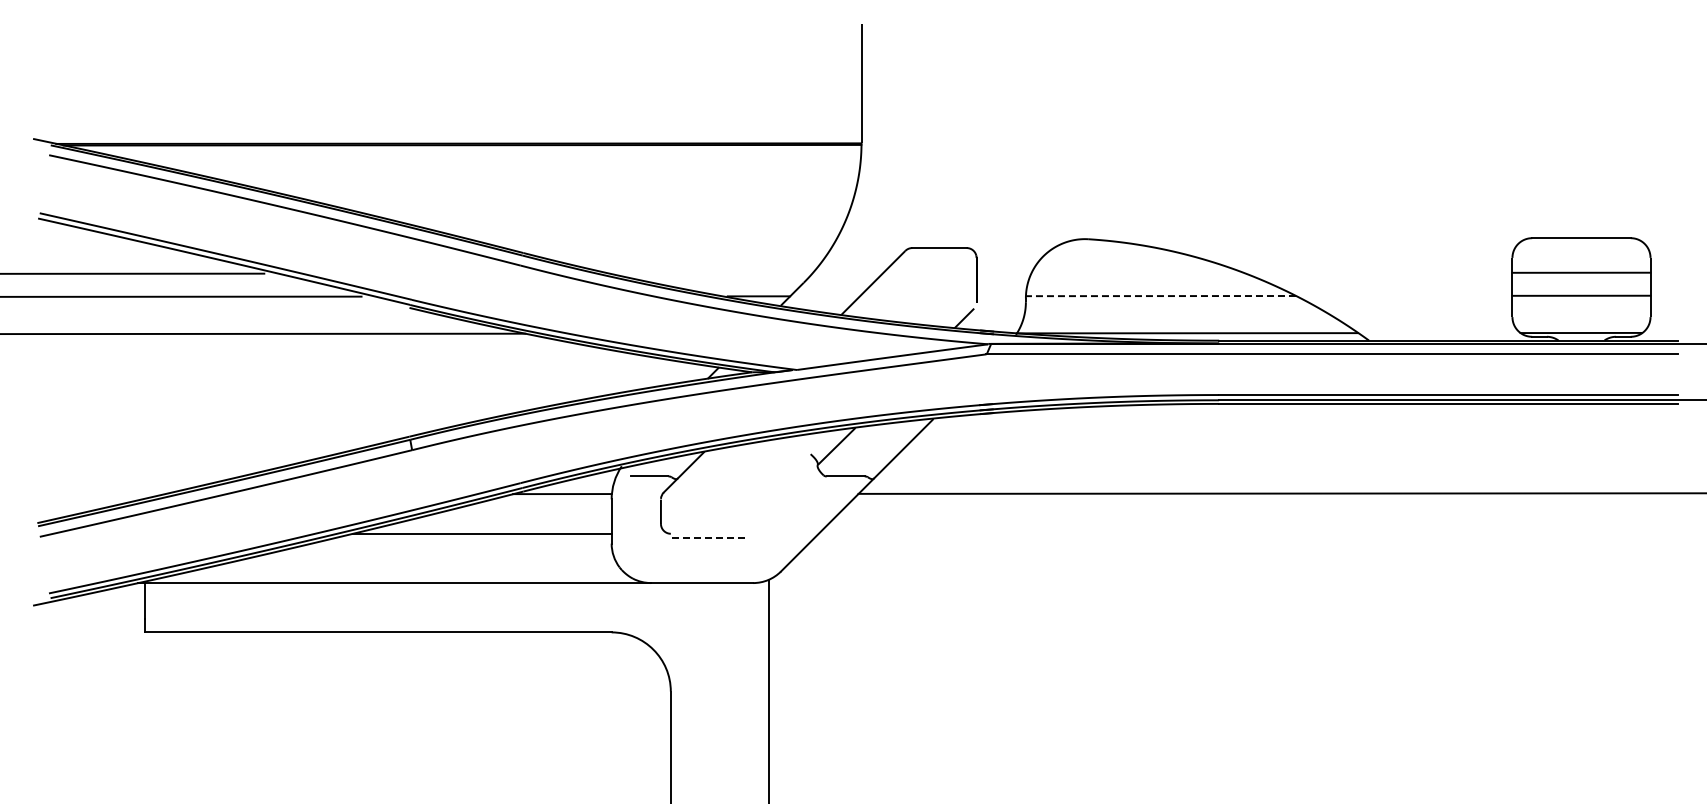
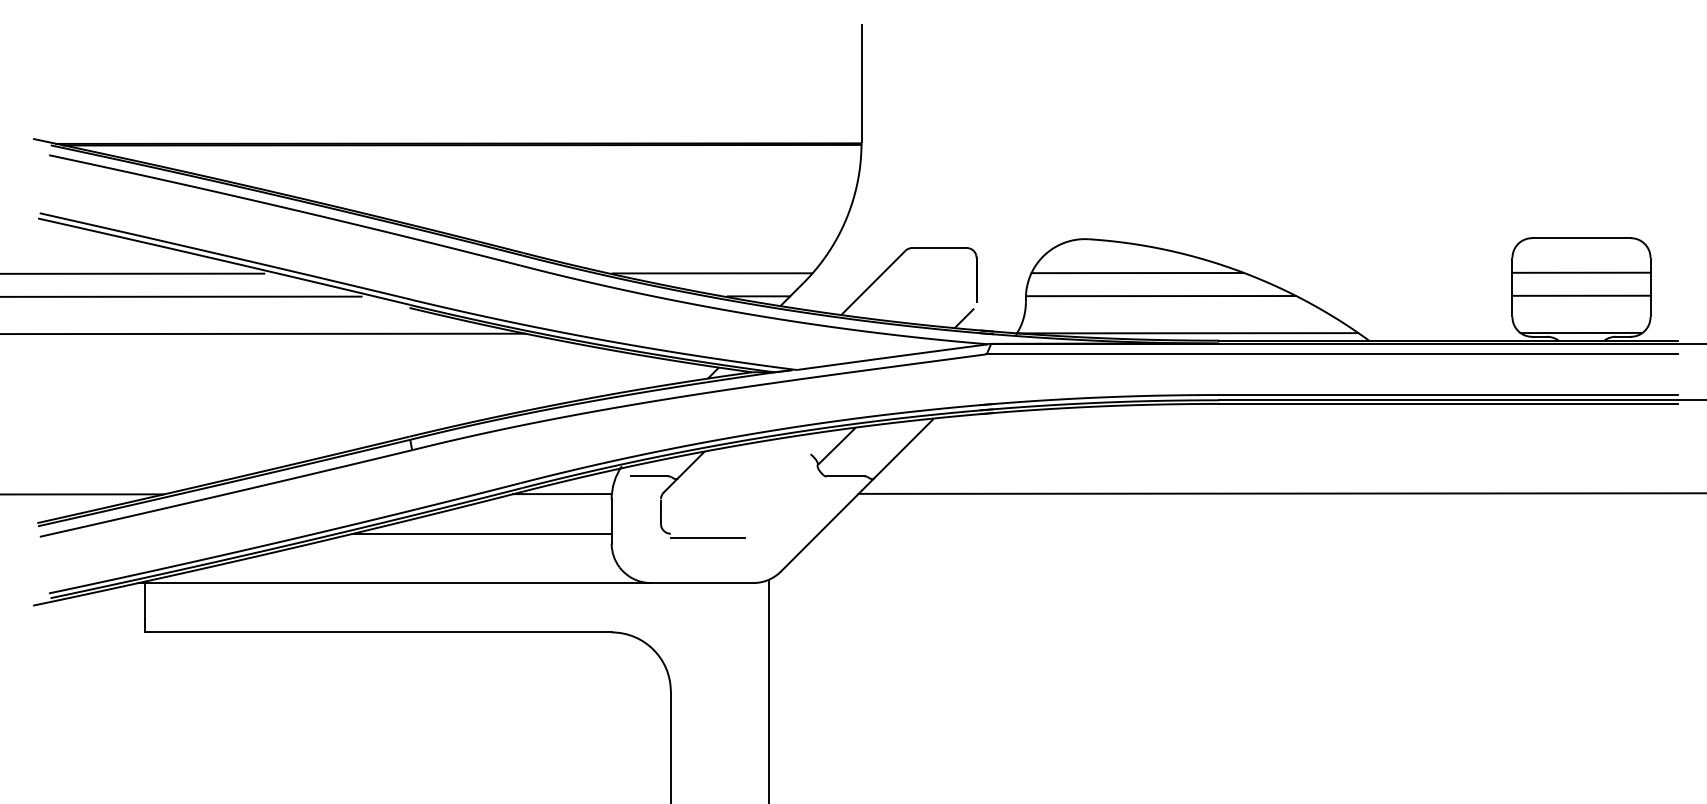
line at (712, 273): none -> present
line at (1137, 273): none -> present
line at (1161, 296): dashed -> solid
line at (82, 494): none -> present
line at (707, 537): dashed -> solid
